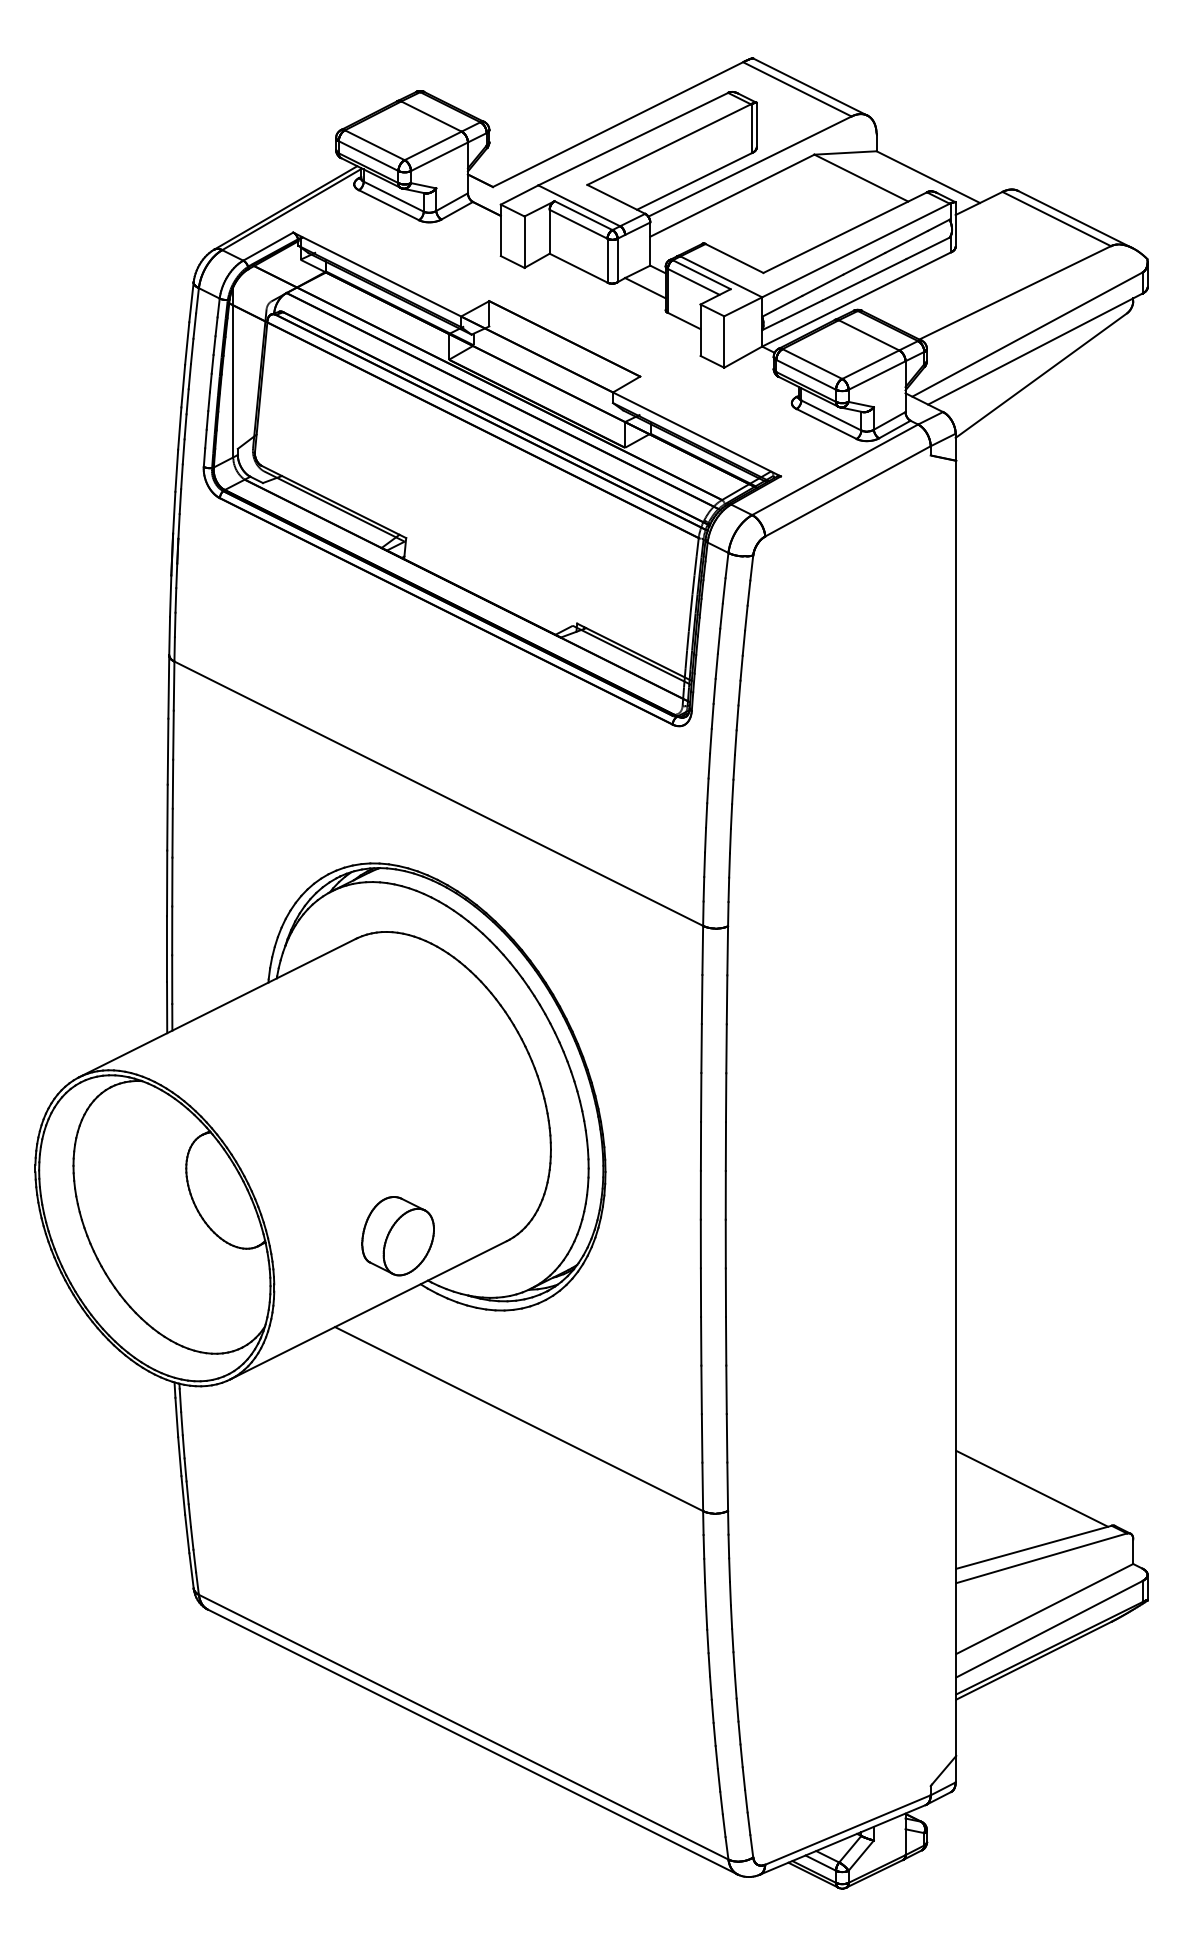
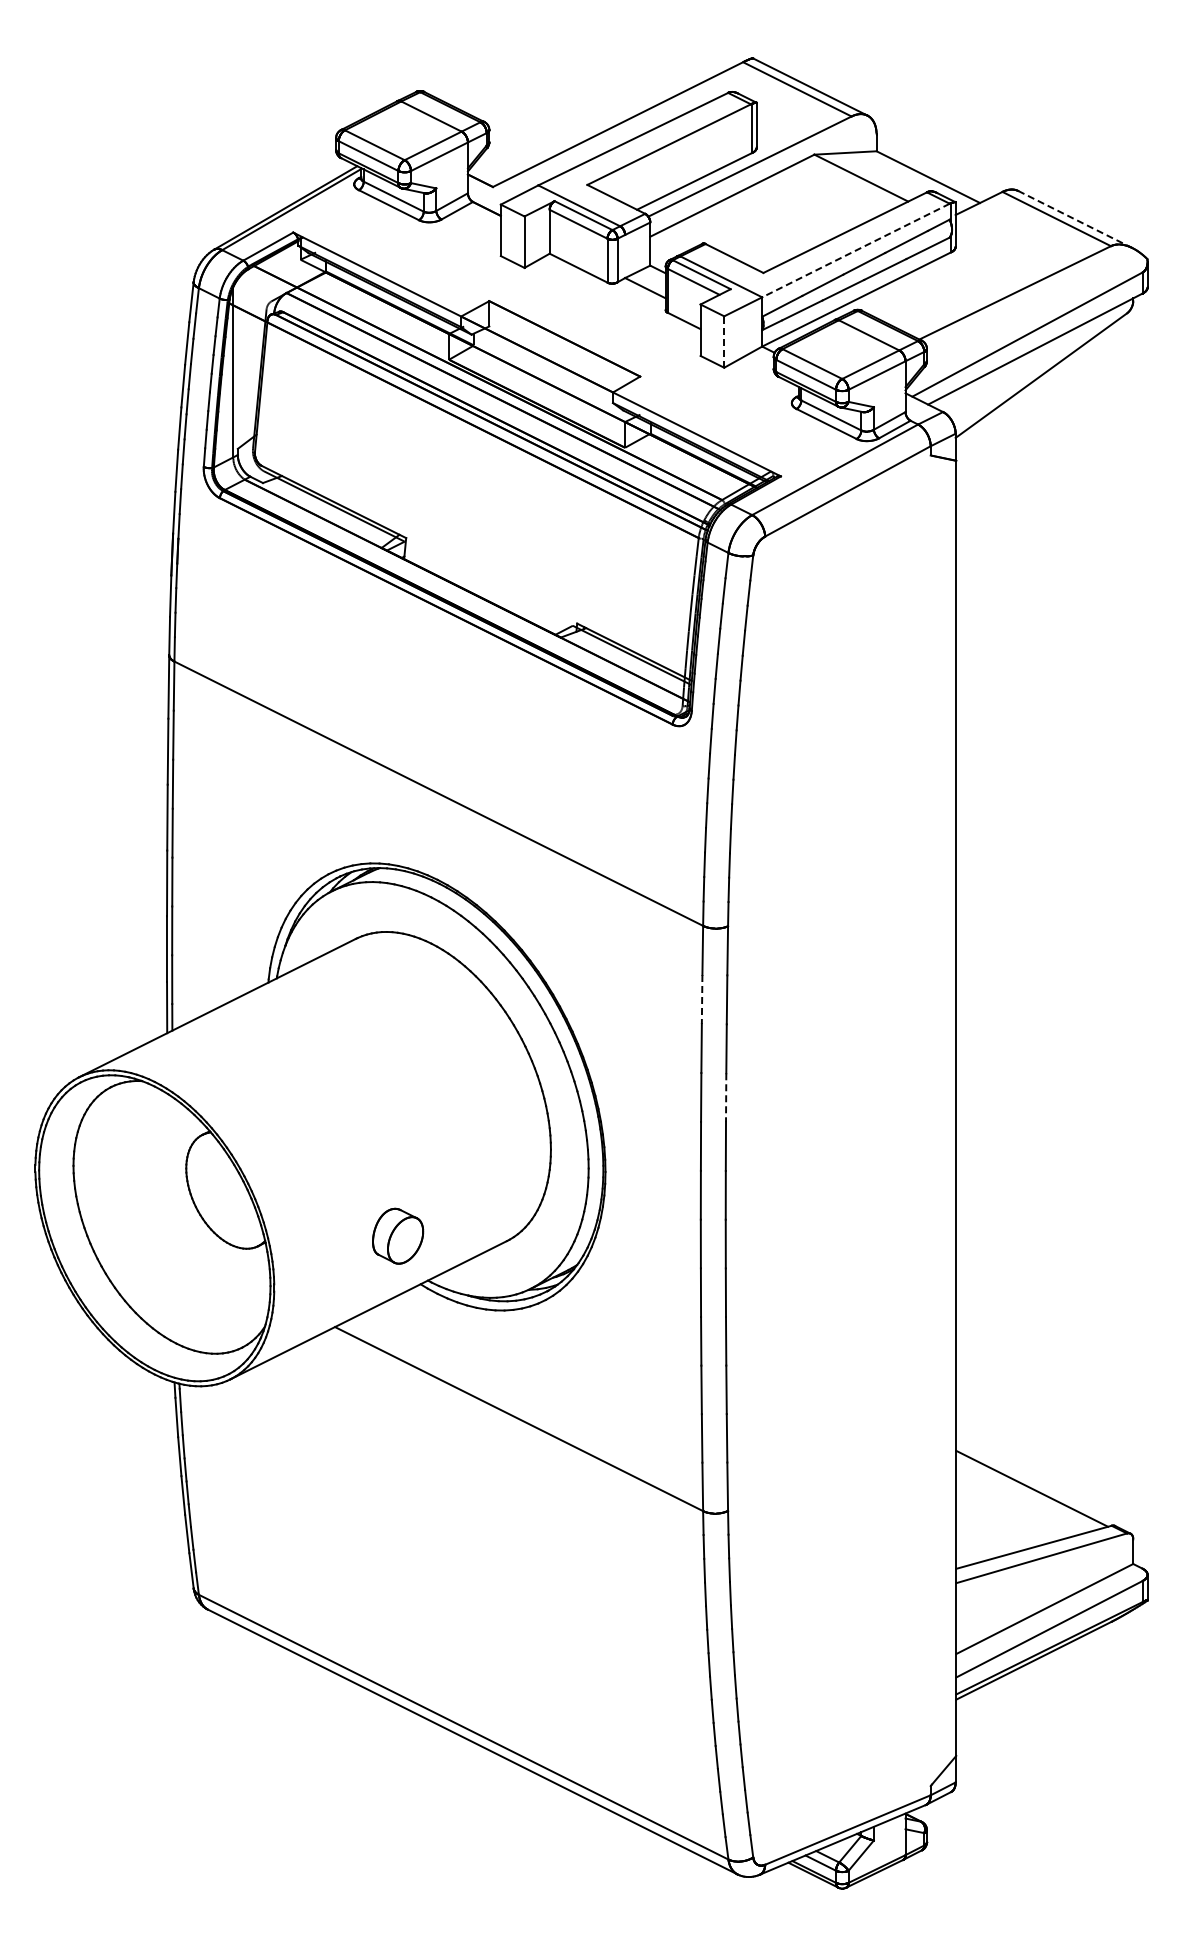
line at (1075, 219): solid -> dashed
line at (855, 250): solid -> dashed
line at (724, 342): solid -> dashed
line at (702, 999): solid -> dashed
line at (726, 1098): solid -> dashed
part at (397, 1236) size: 74x81 px -> 53x58 px
